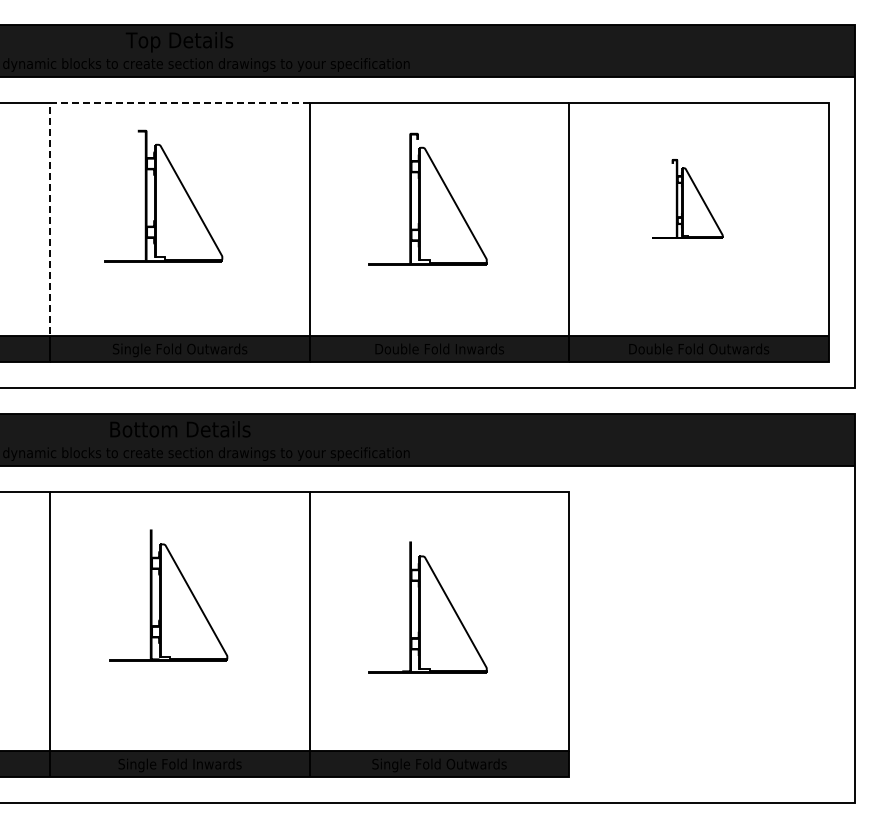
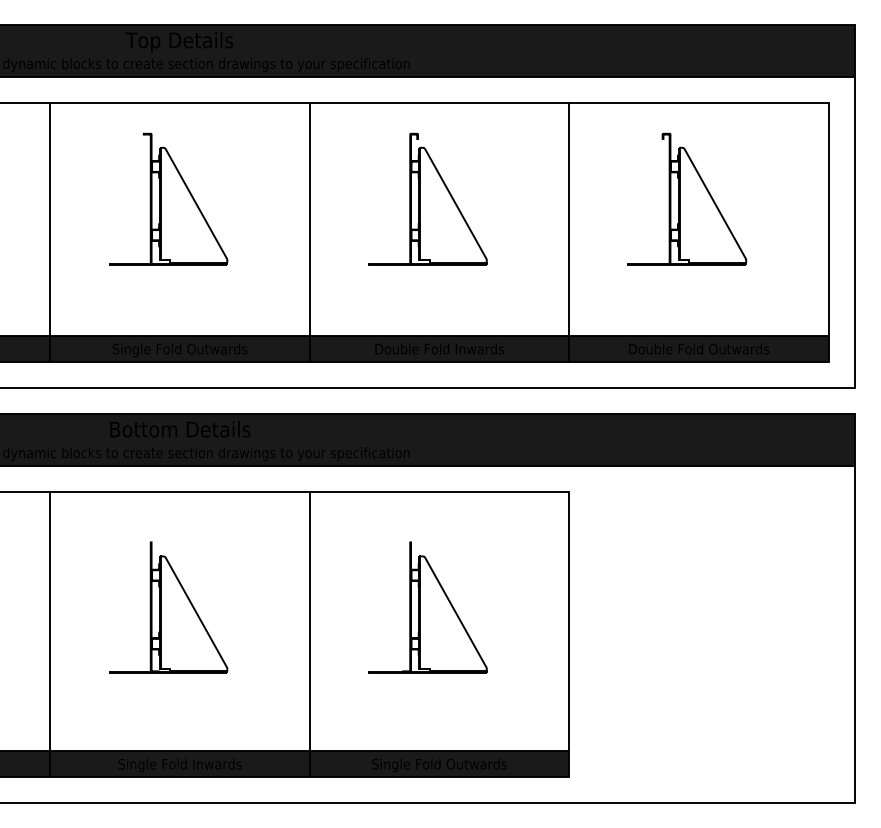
line at (62, 102): dashed -> solid
part at (163, 195) position: (163, 195) -> (168, 198)
part at (687, 198) size: 72x80 px -> 121x134 px
part at (168, 595) position: (168, 595) -> (168, 607)
